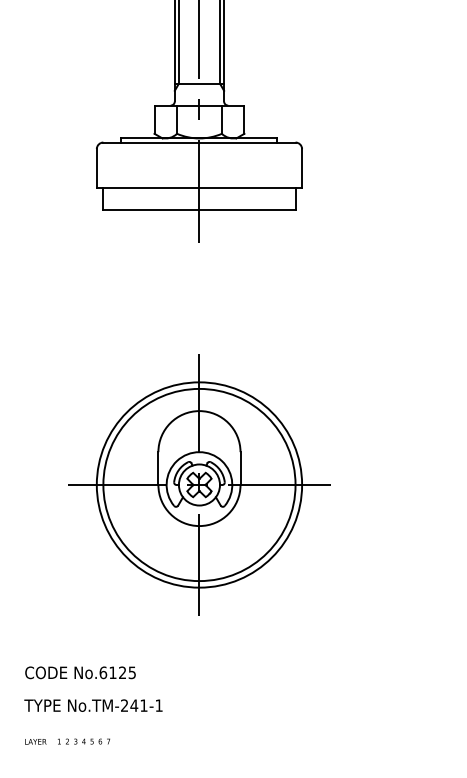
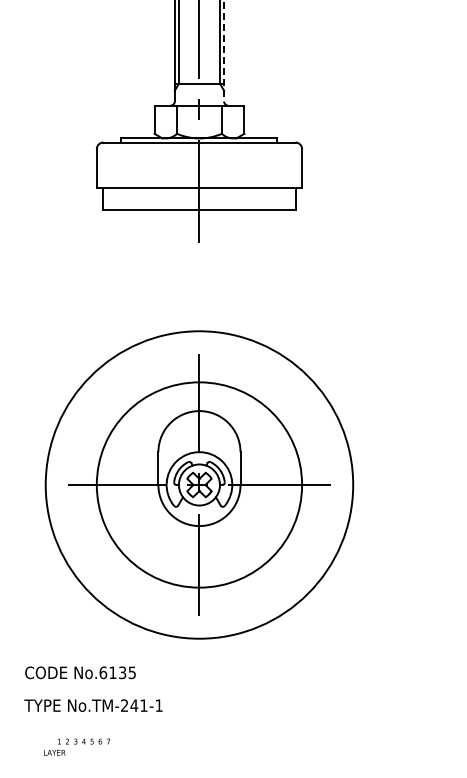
line at (224, 51): solid -> dashed
circle at (199, 484) diameter: 192 px -> 307 px
text at (122, 673): No.6125 -> No.6135
text at (35, 741) position: (35, 741) -> (54, 752)
